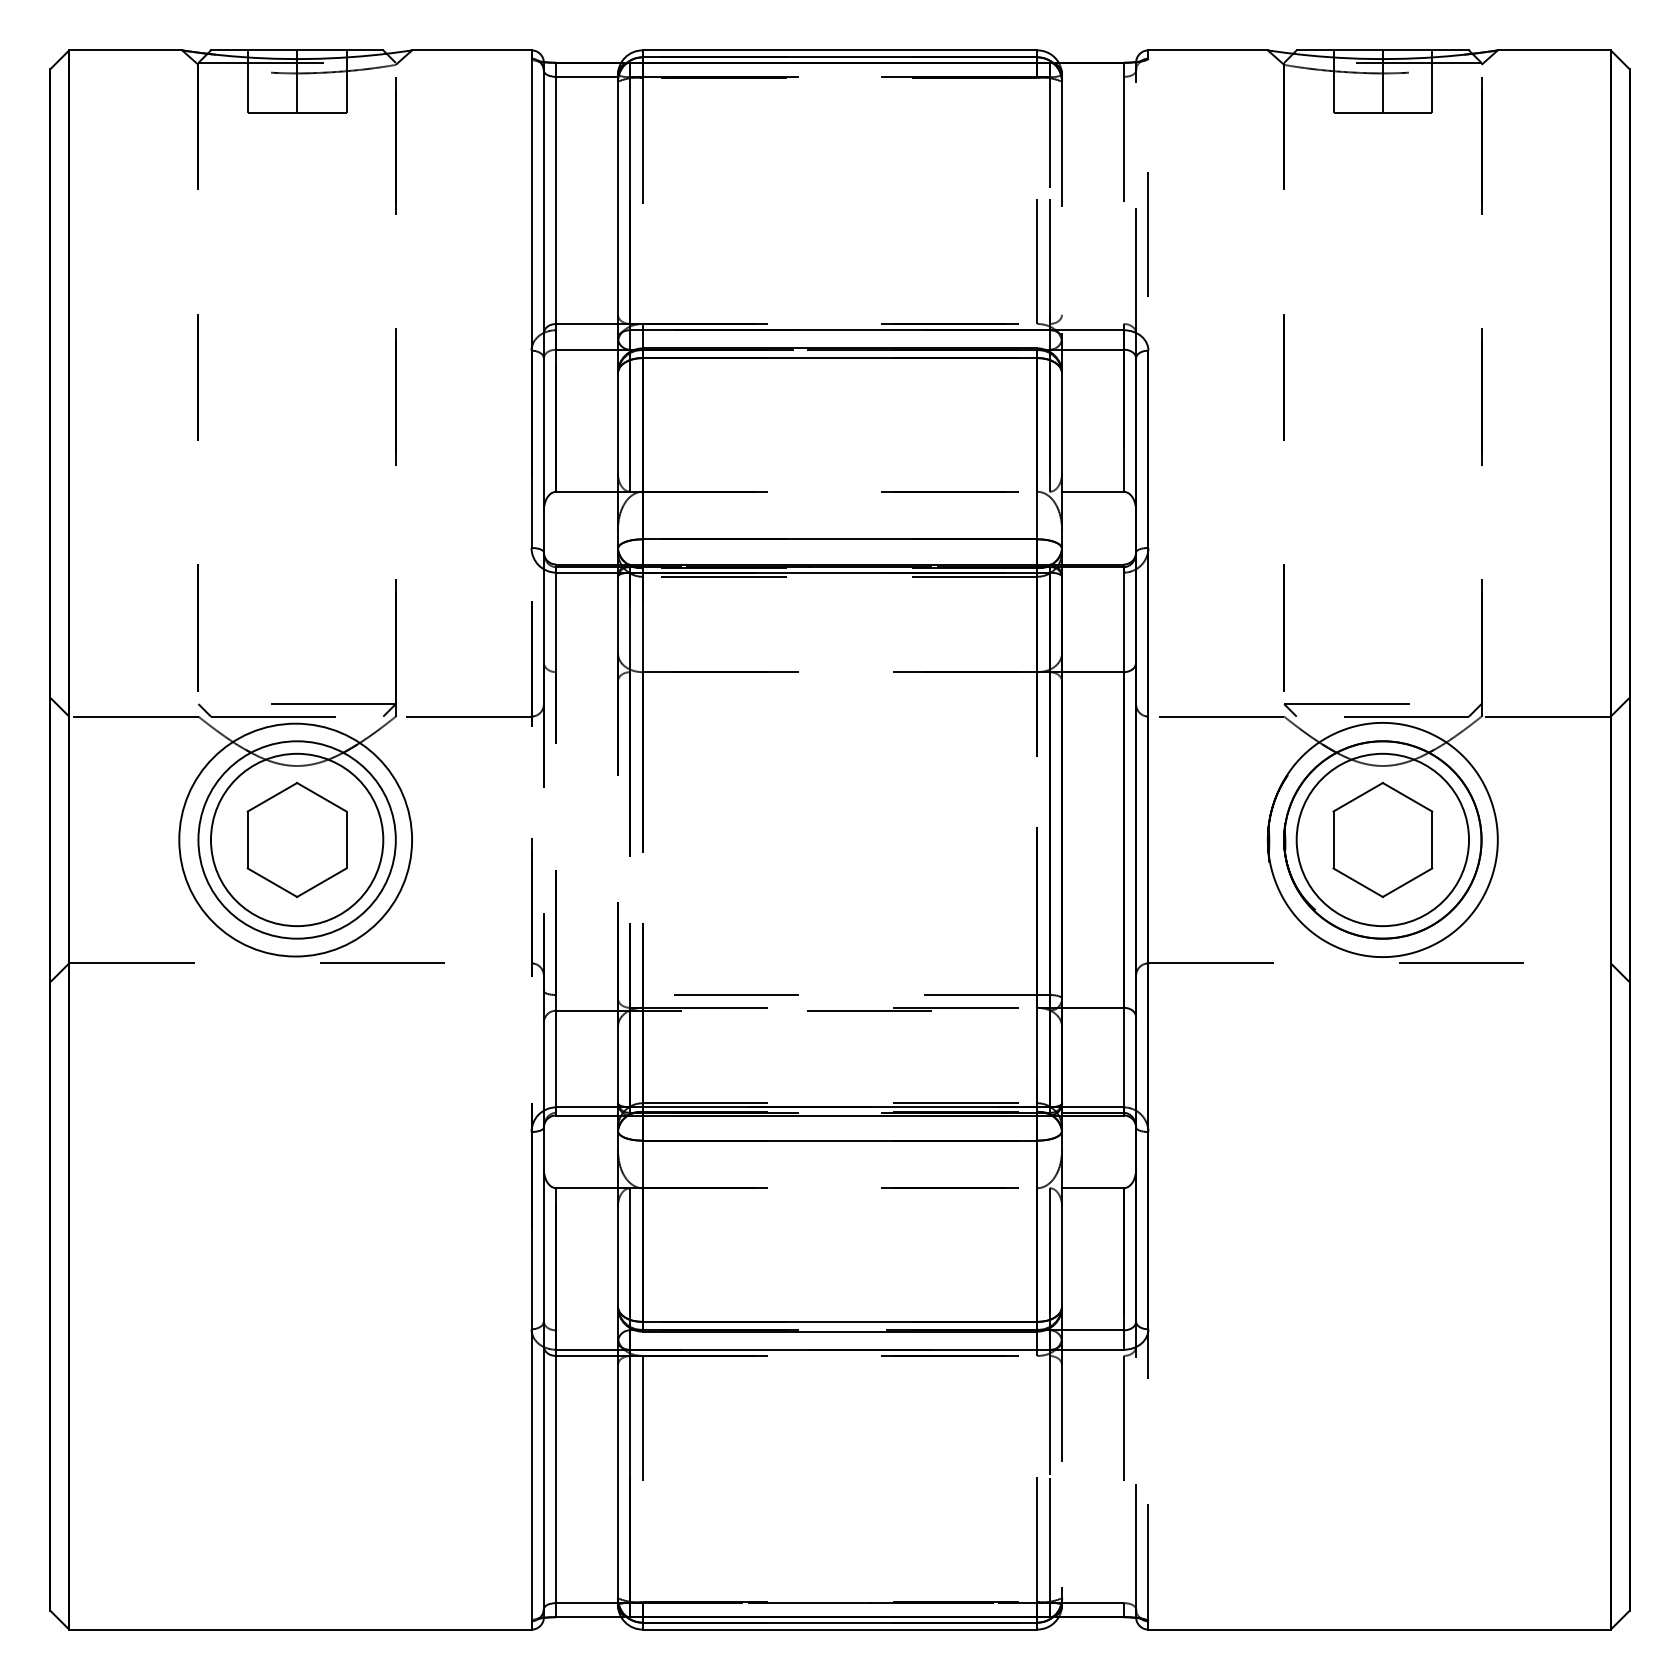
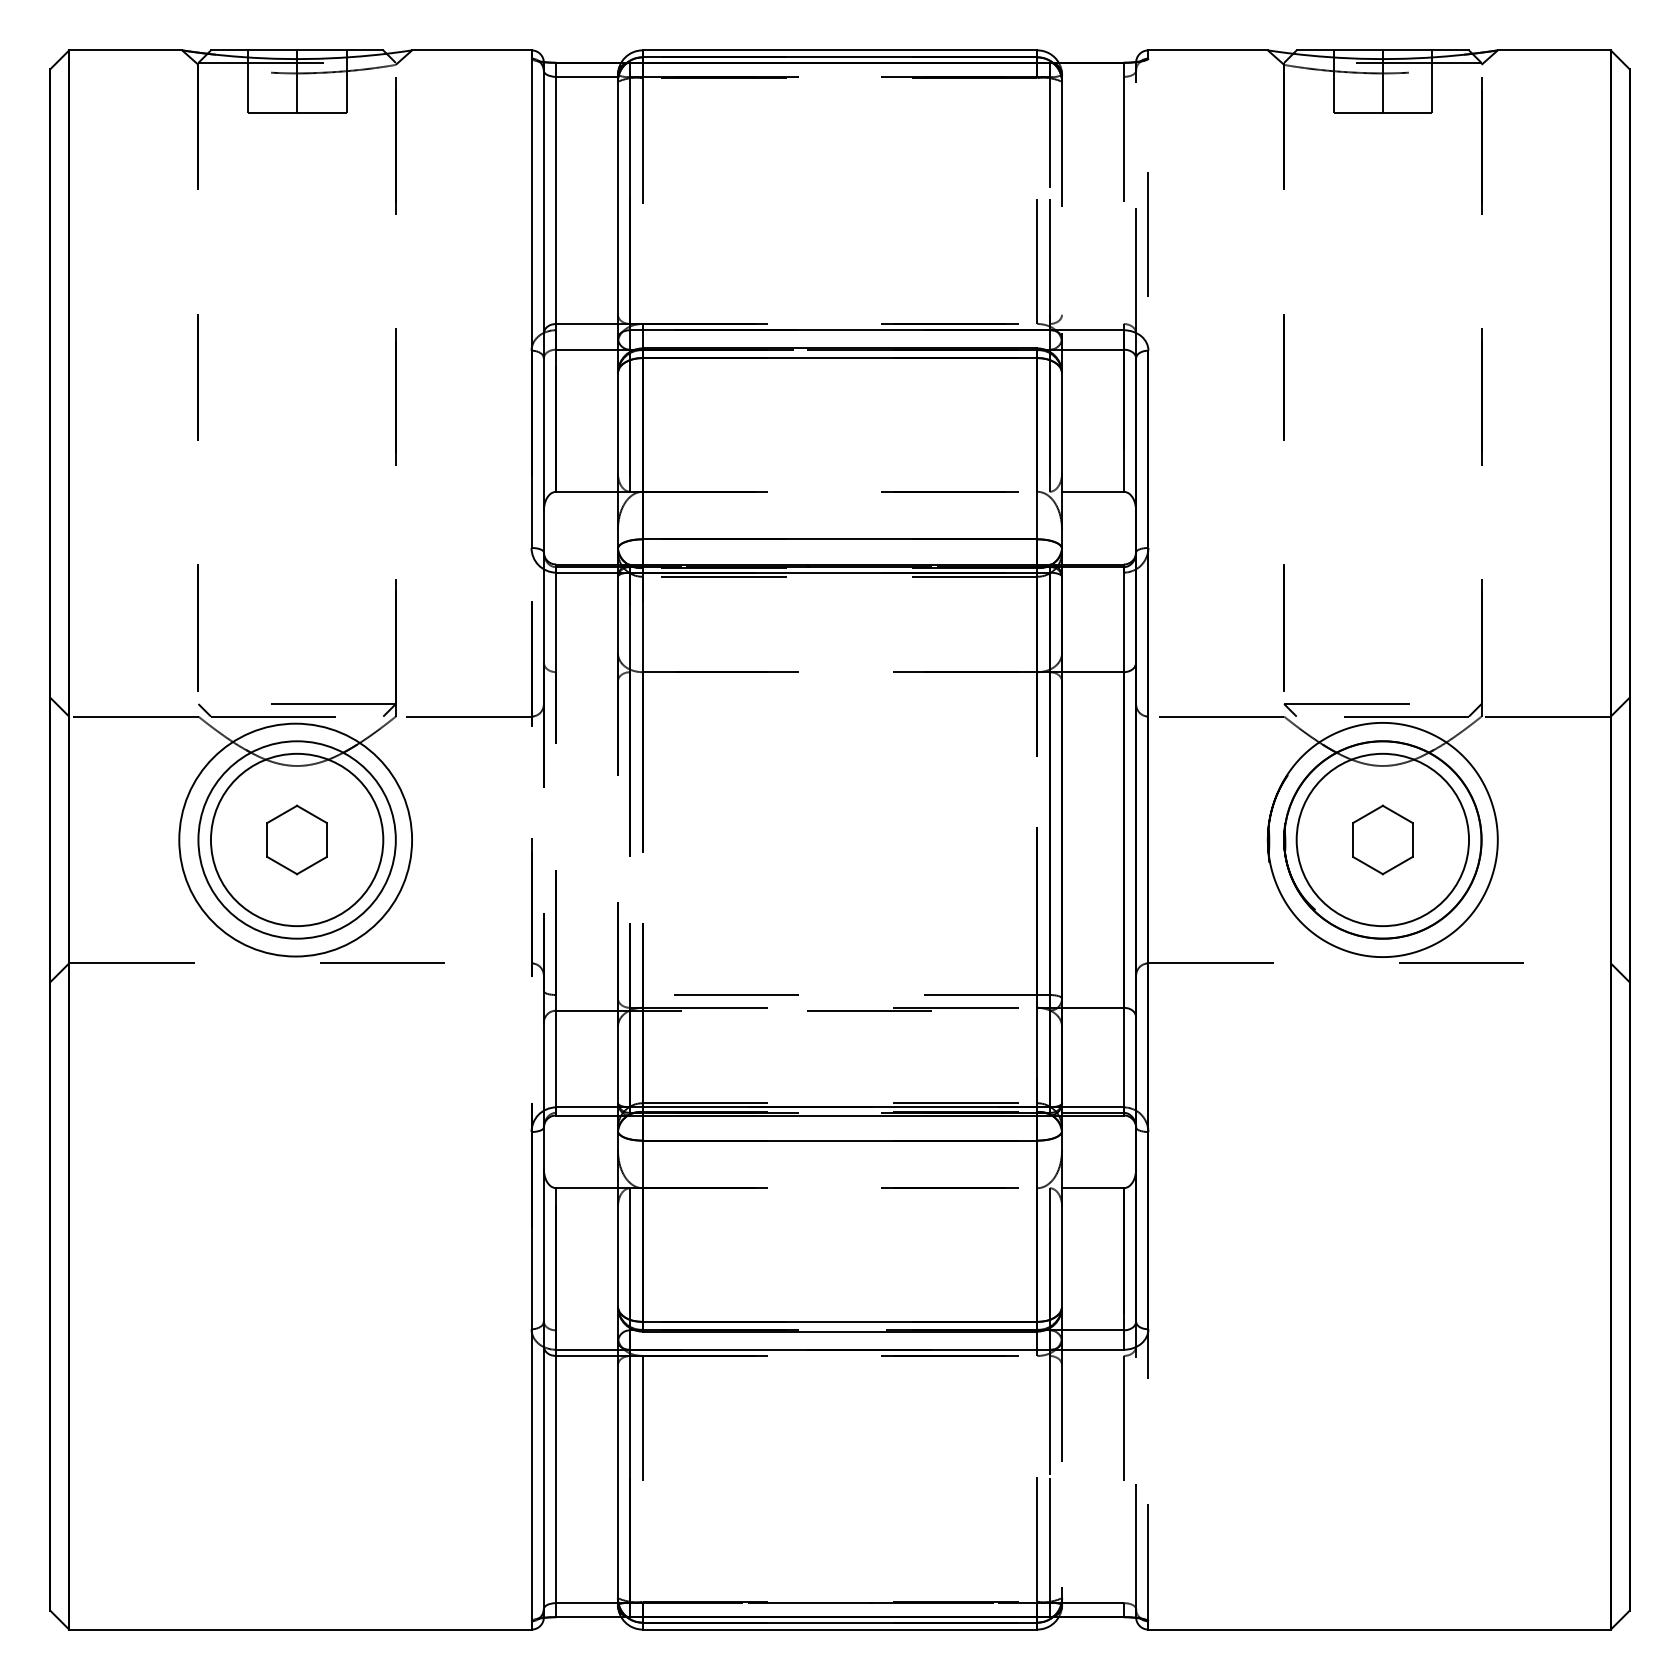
part at (296, 839) size: 102x118 px -> 62x72 px
part at (1382, 839) size: 102x118 px -> 62x72 px
